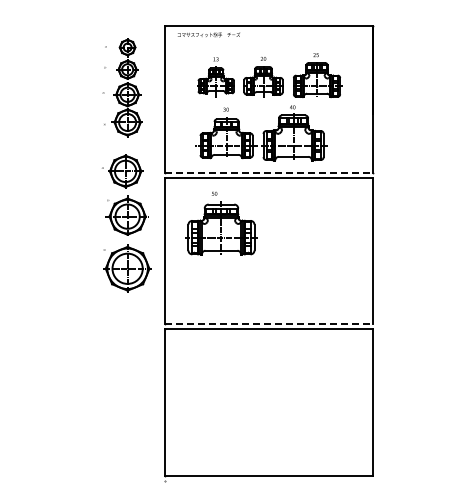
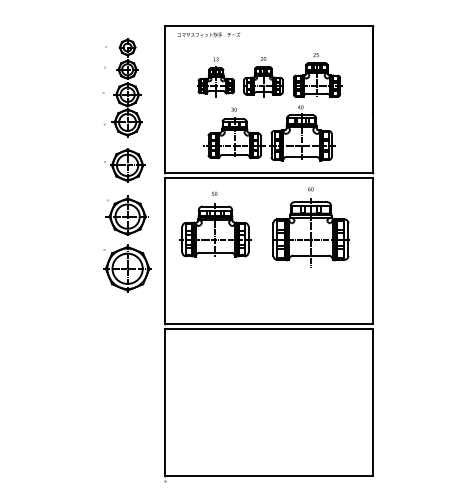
part at (261, 133) position: (261, 133) -> (269, 133)
part at (122, 171) position: (122, 171) -> (124, 165)
line at (269, 172): dashed -> solid
part at (310, 227): none -> present
part at (221, 228) position: (221, 228) -> (215, 230)
line at (269, 324): dashed -> solid
